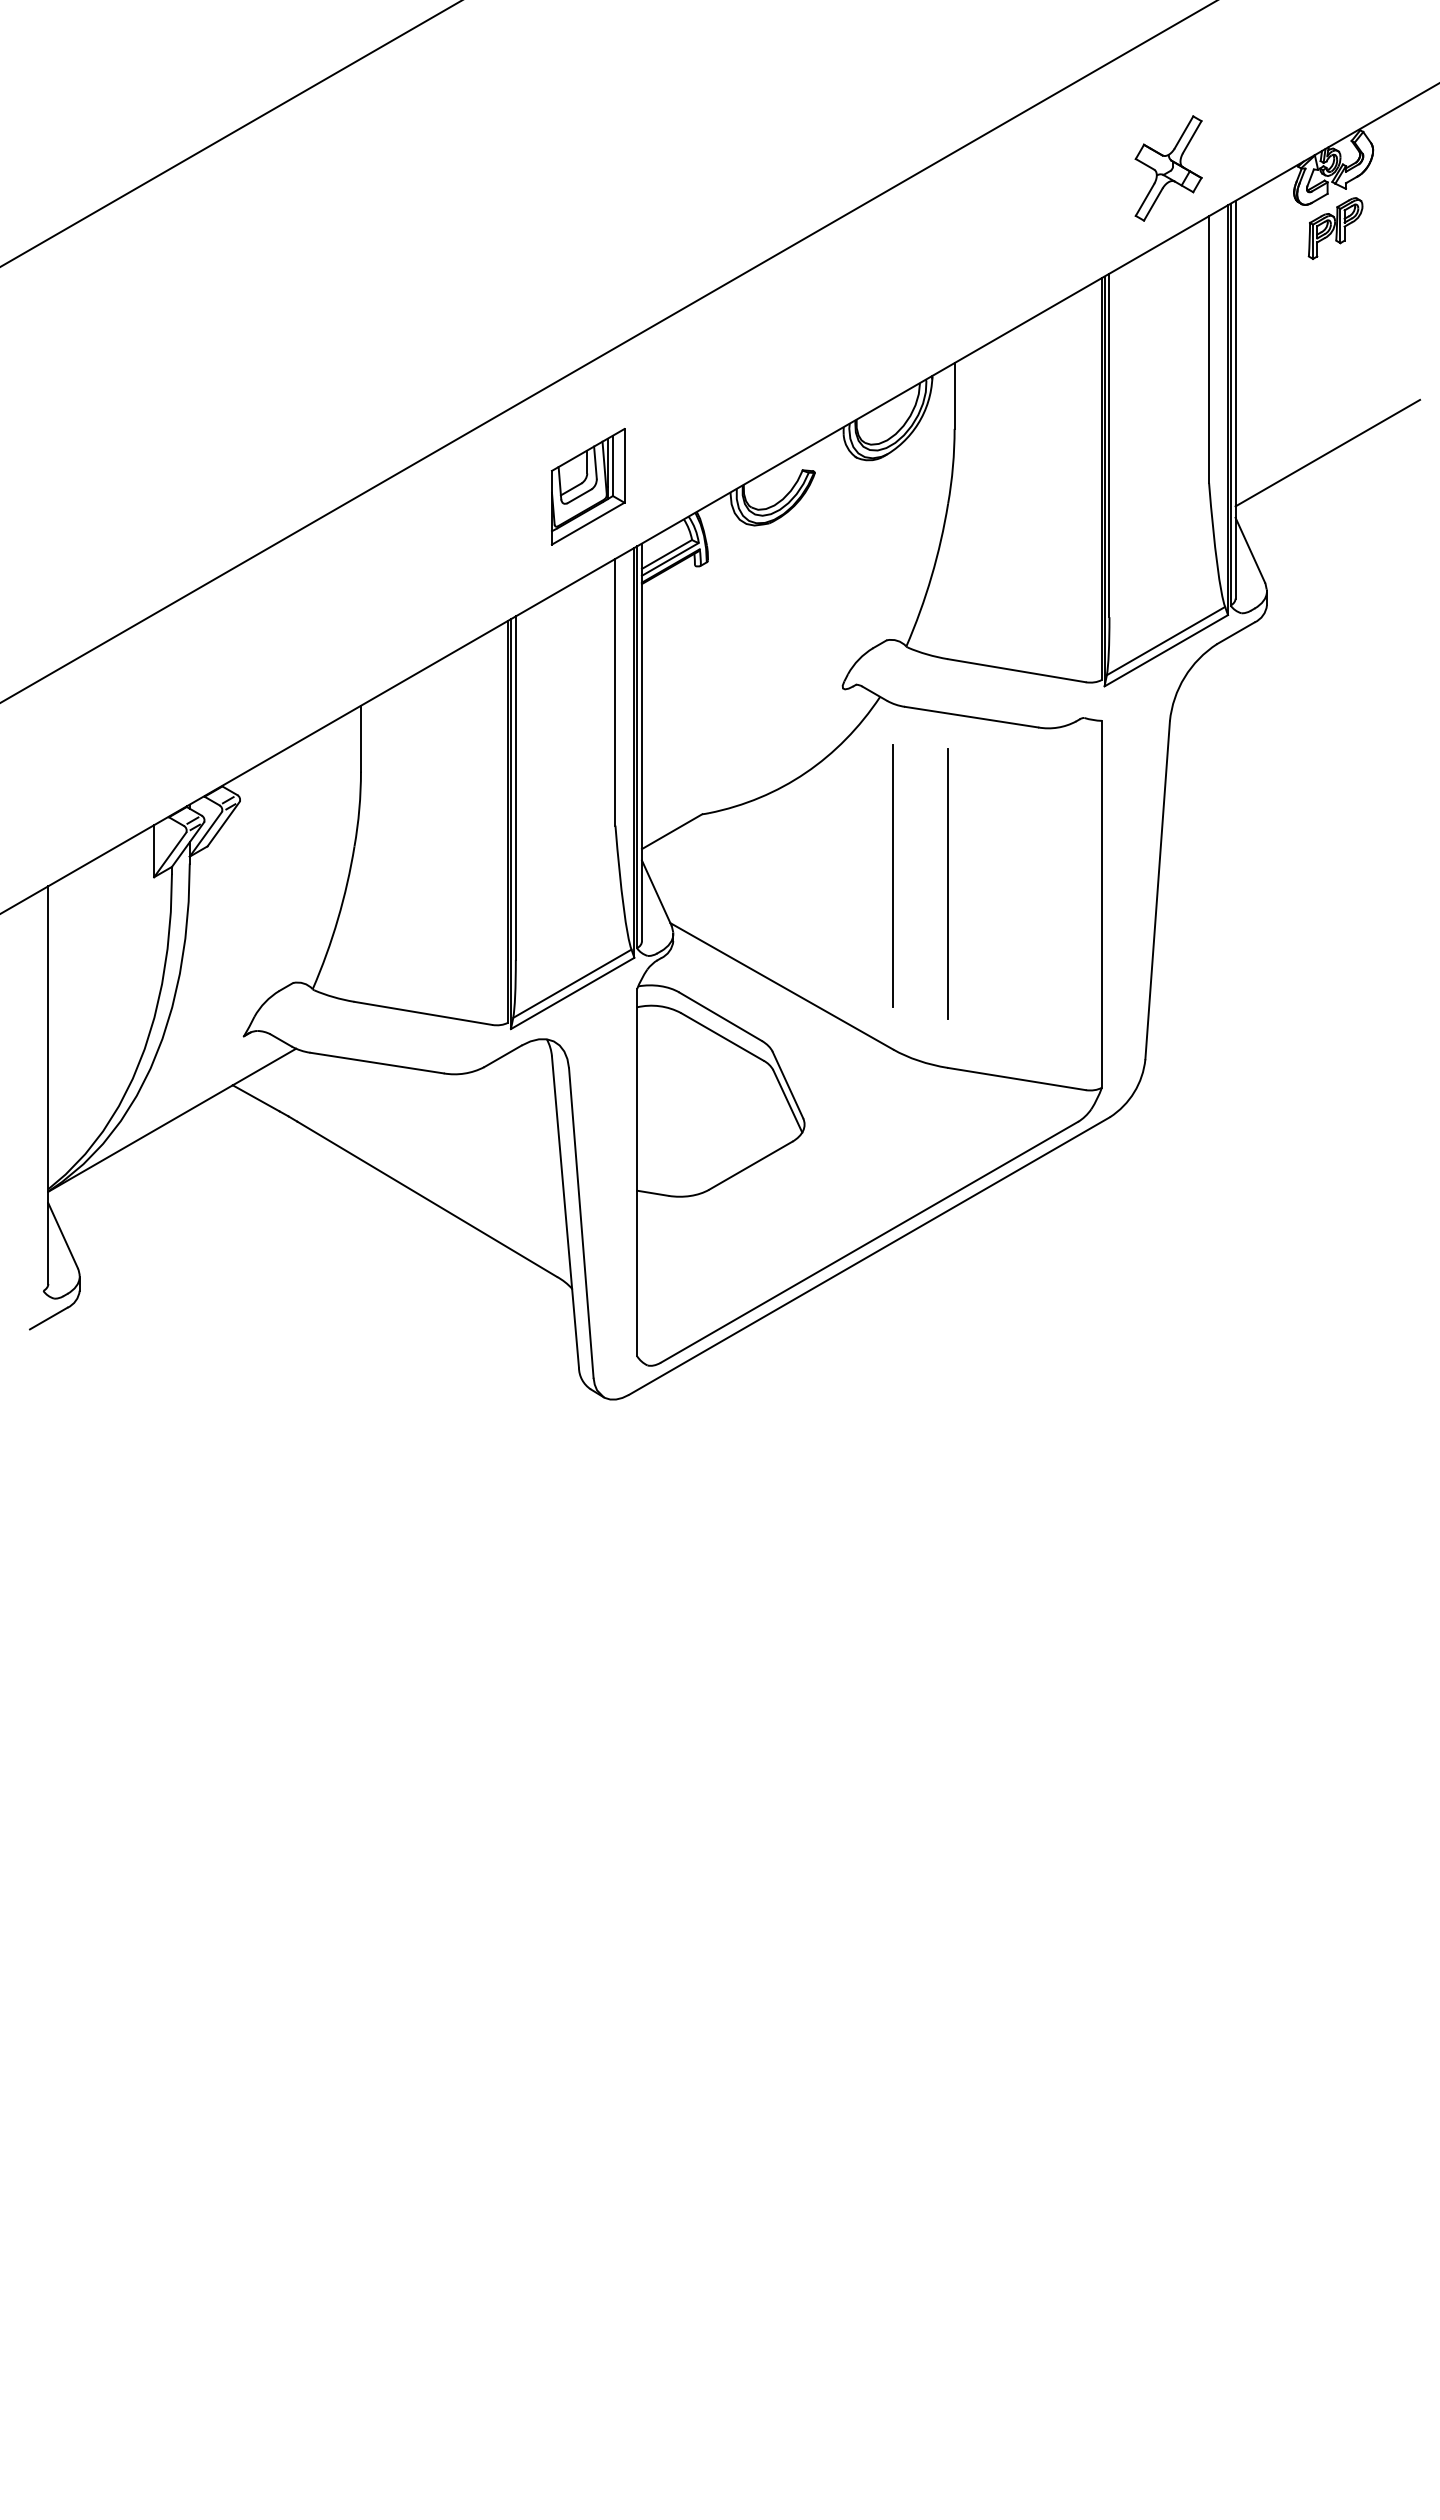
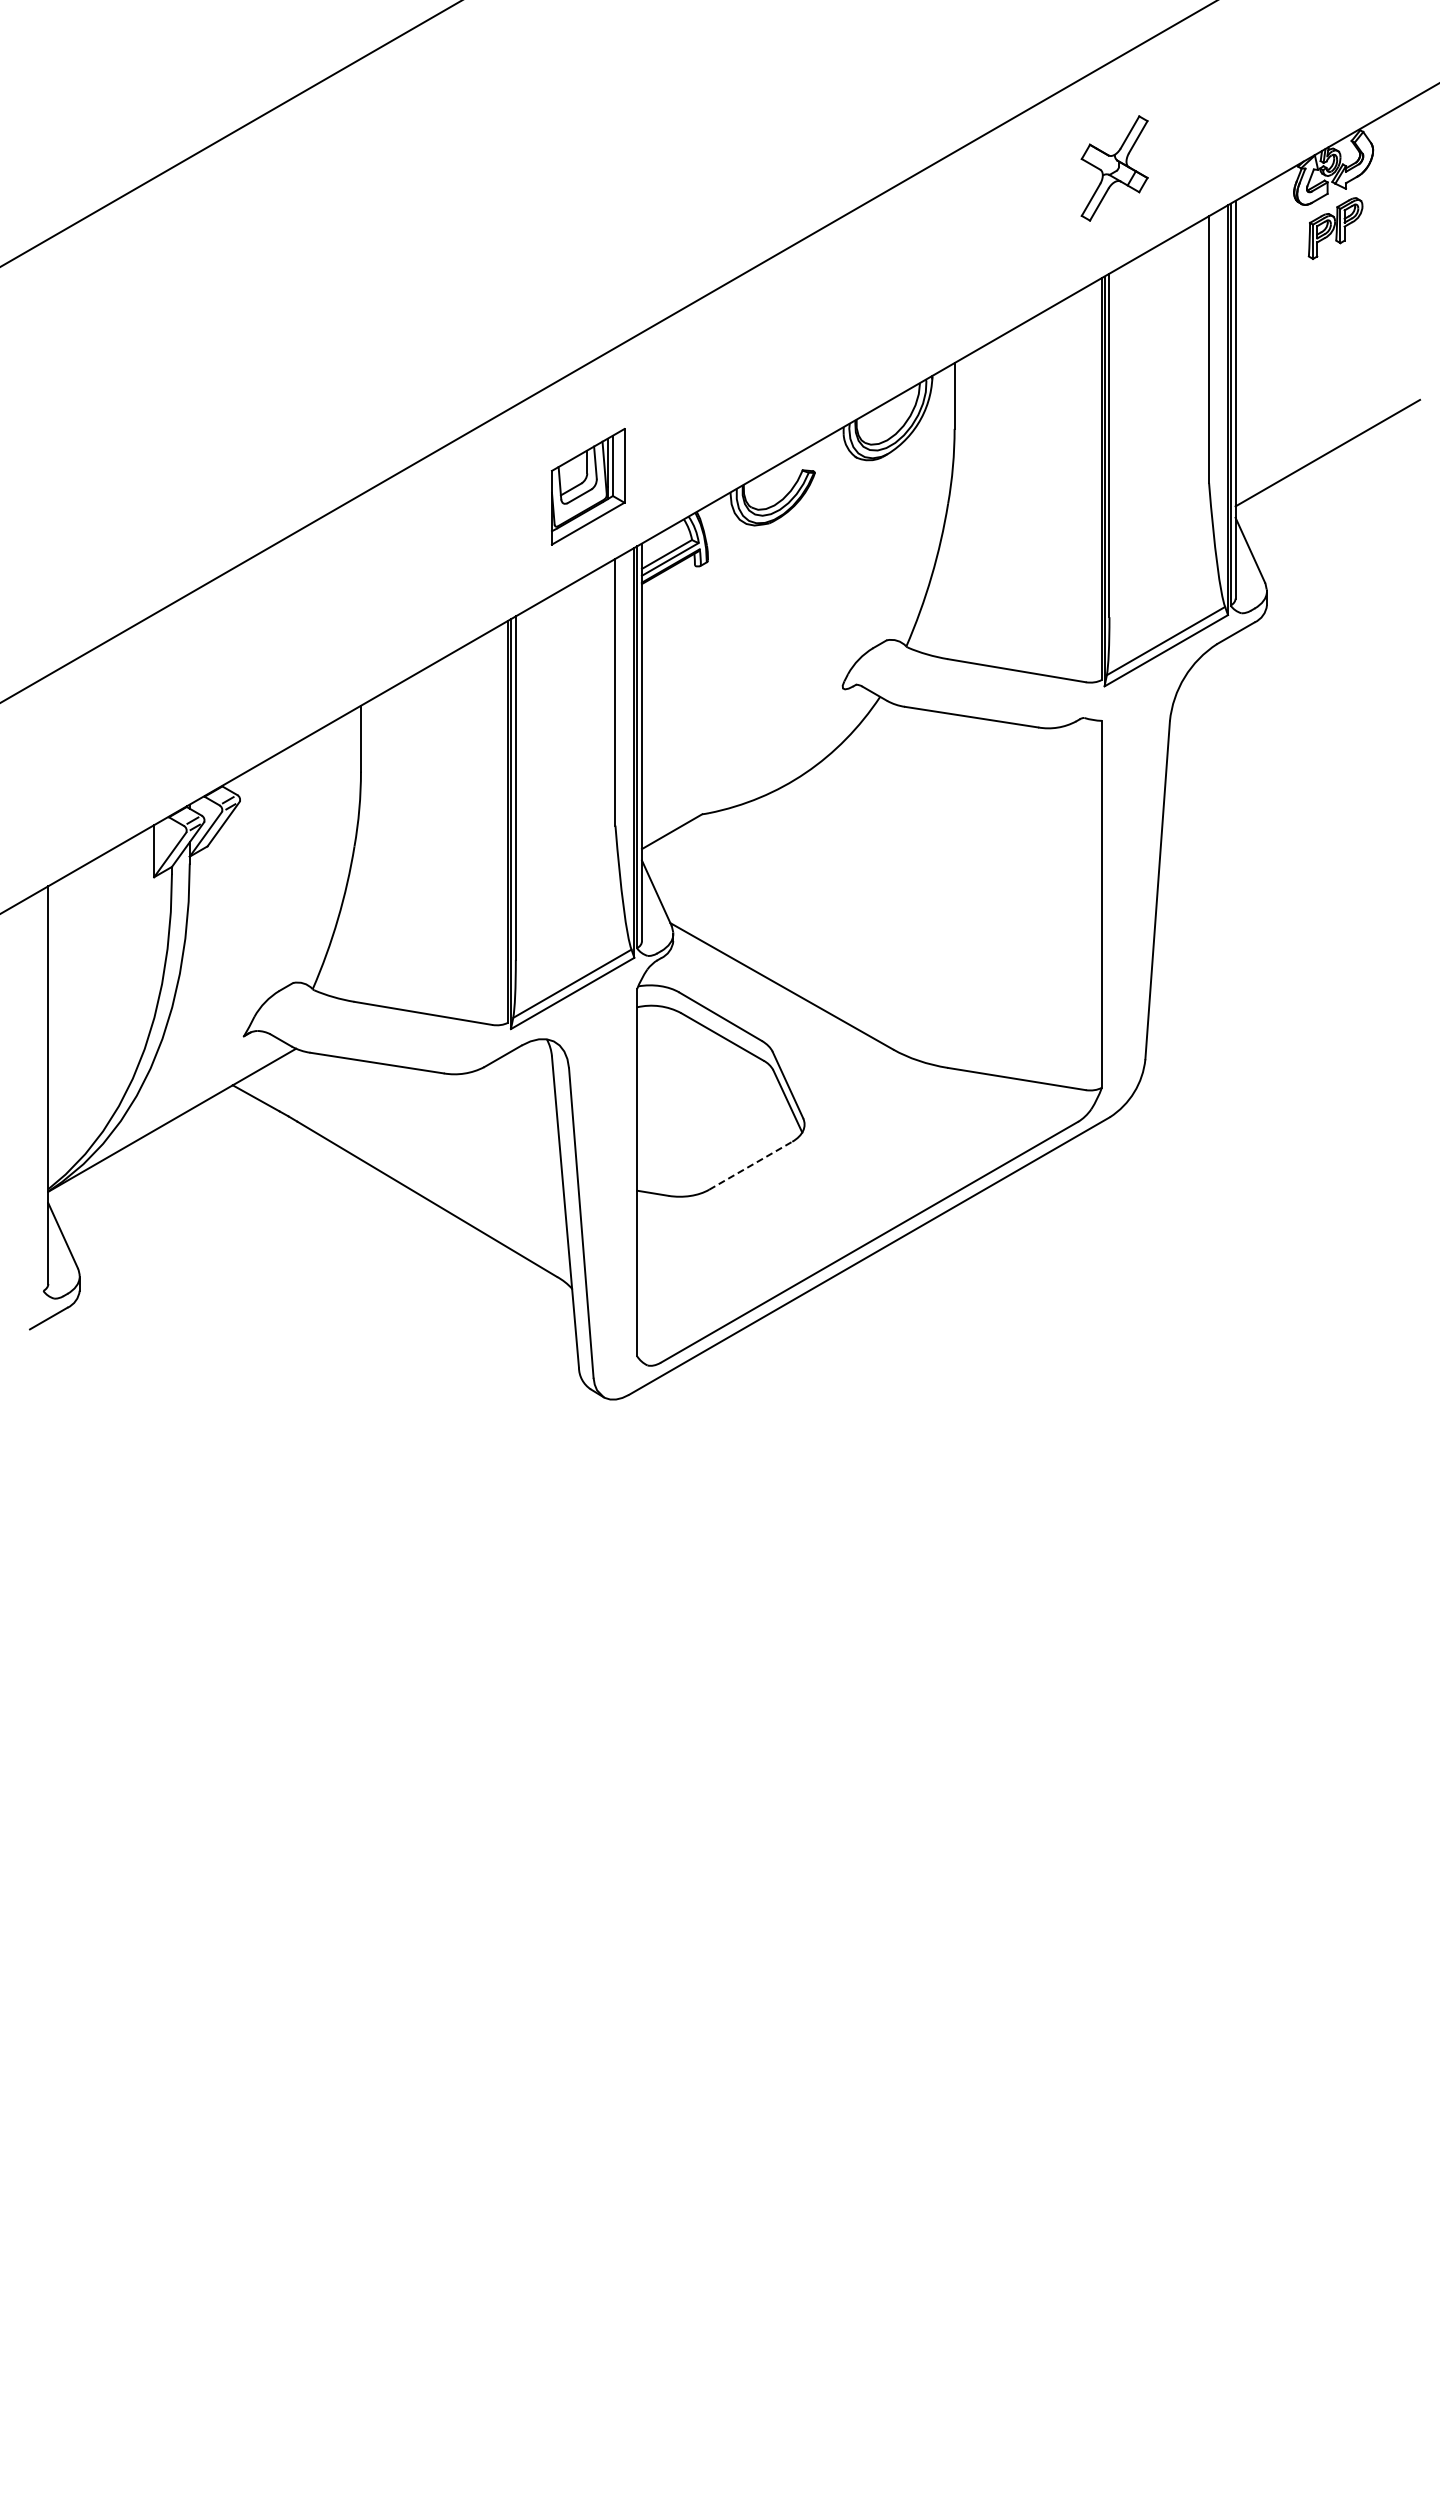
part at (1168, 168) position: (1168, 168) -> (1114, 168)
line at (893, 875): present -> none
line at (948, 883): present -> none
line at (750, 1165): solid -> dashed
